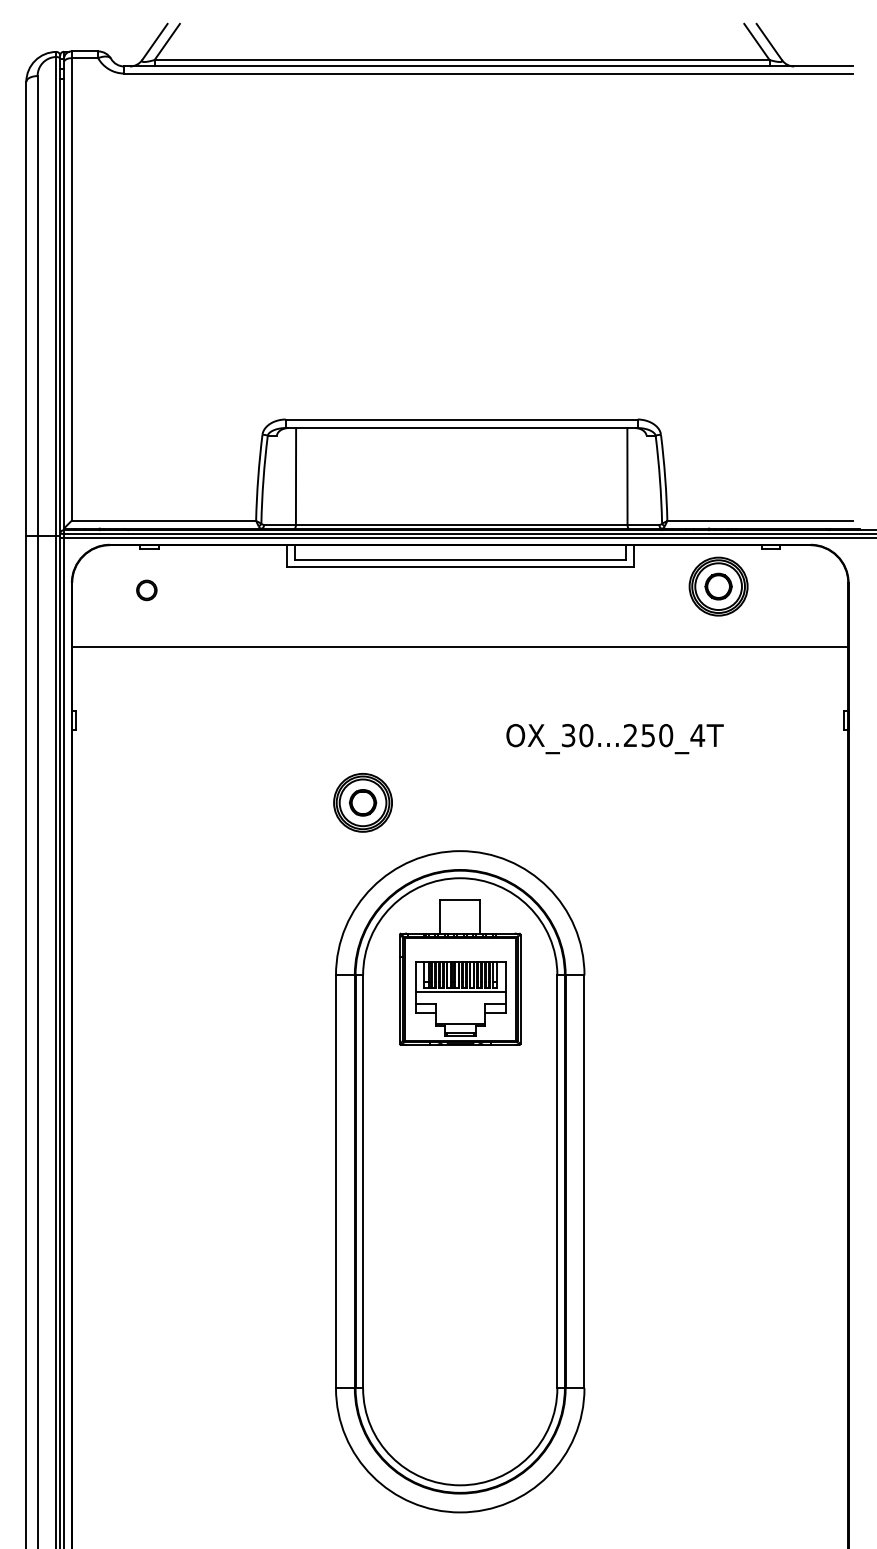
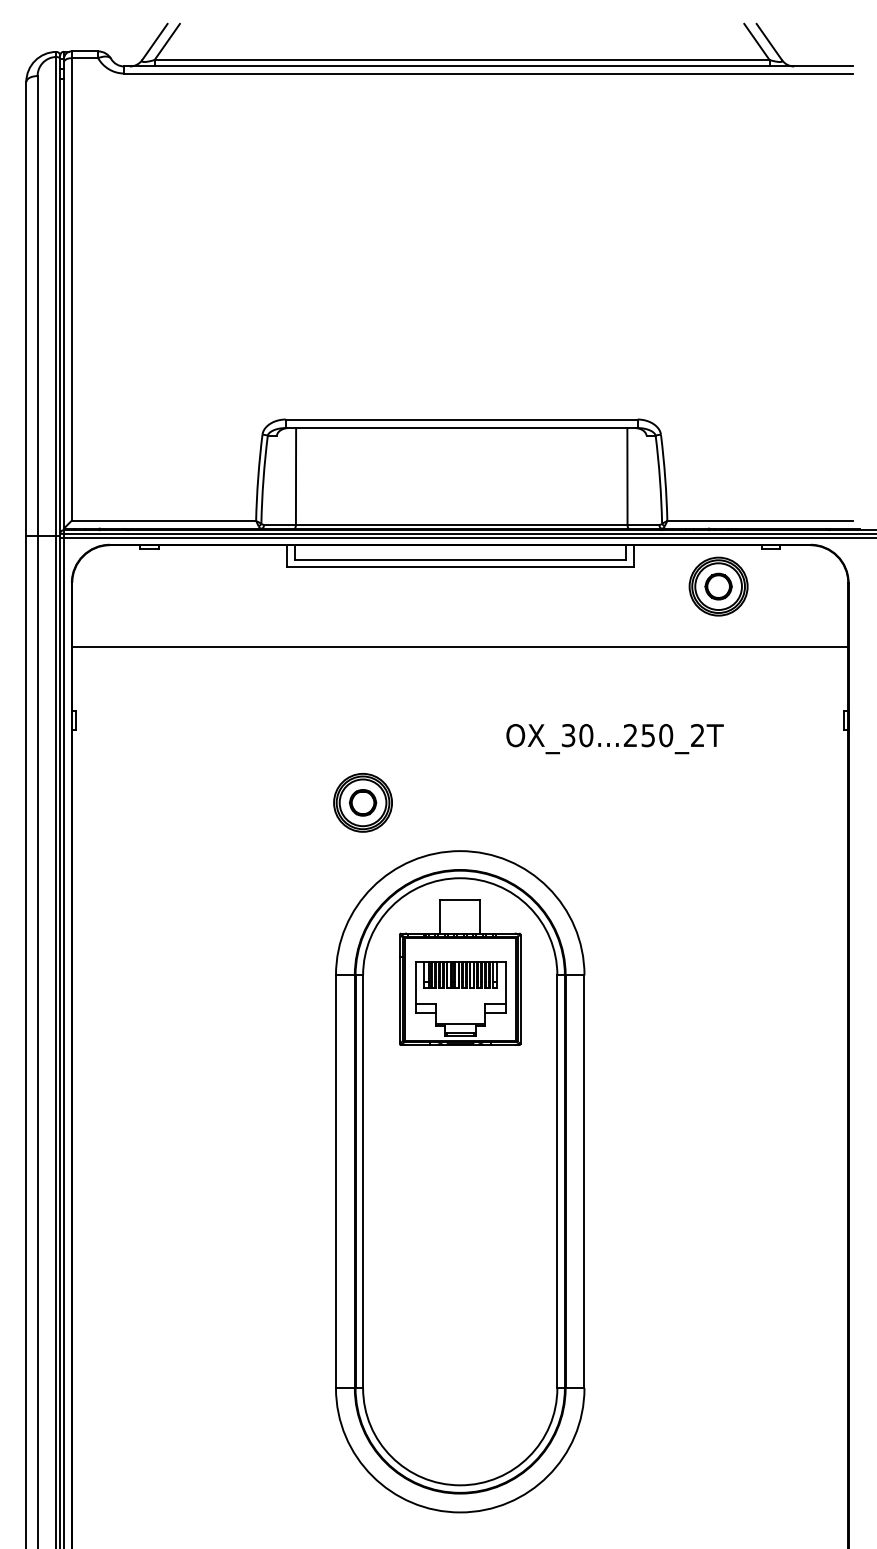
part at (146, 590): present -> none
text at (697, 735): OX_30...250_4T -> OX_30...250_2T
line at (460, 991): present -> none
